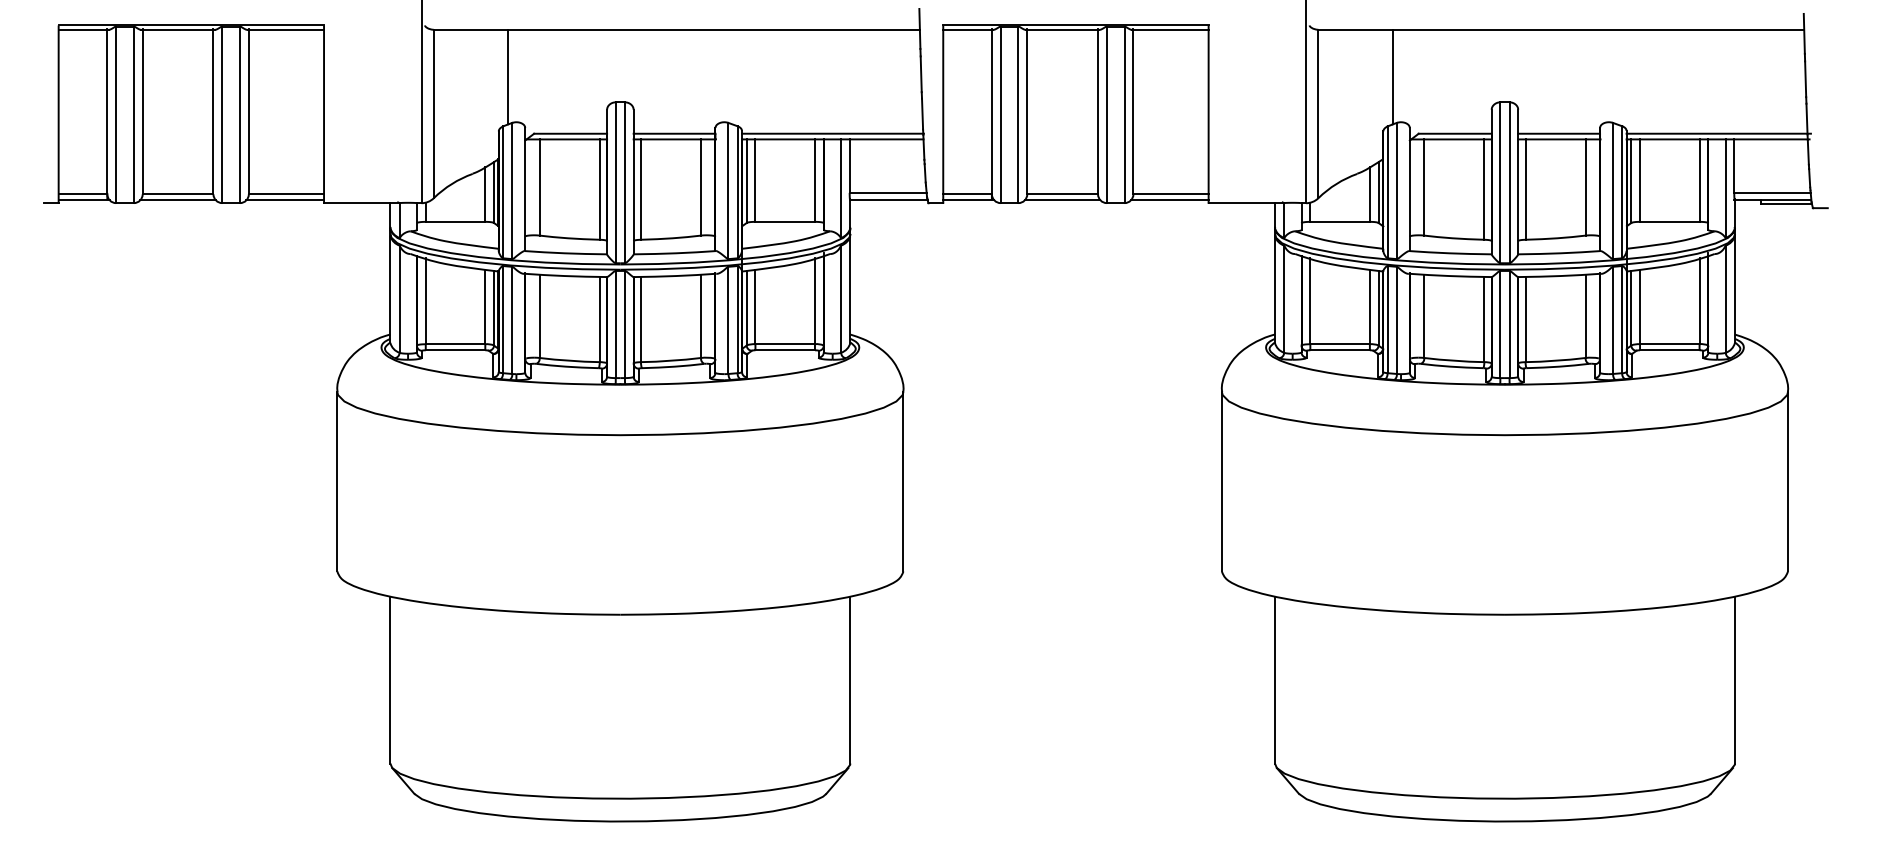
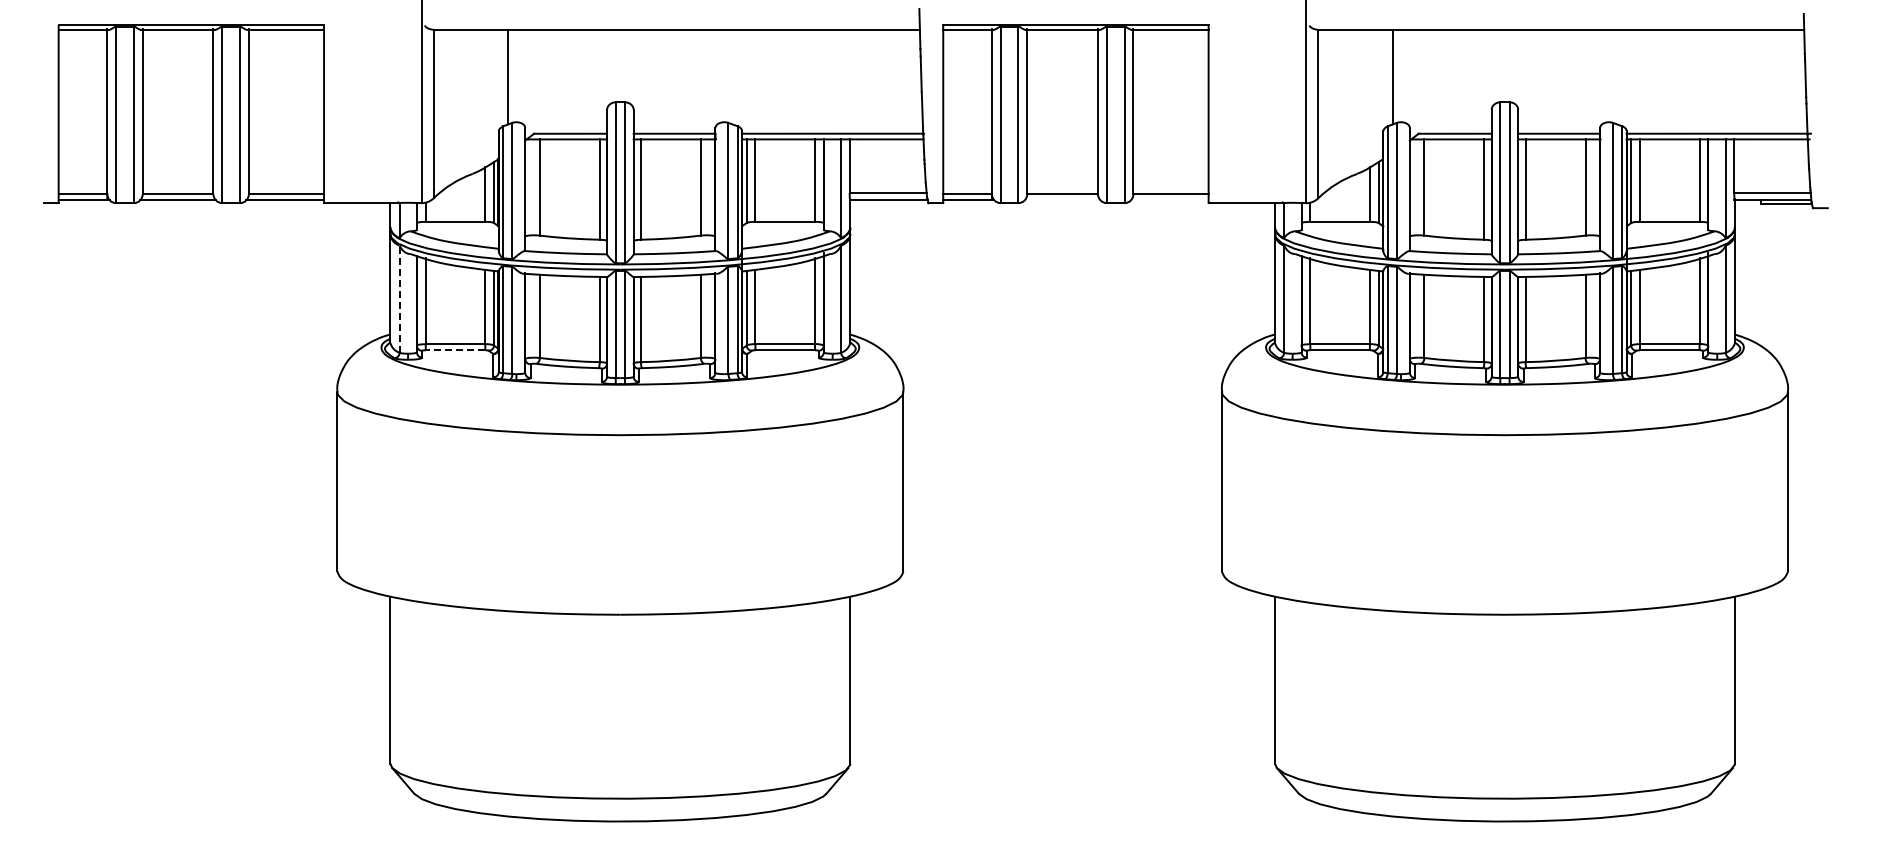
line at (1062, 200): present -> none
line at (1169, 200): present -> none
line at (399, 299): solid -> dashed
line at (455, 350): solid -> dashed
